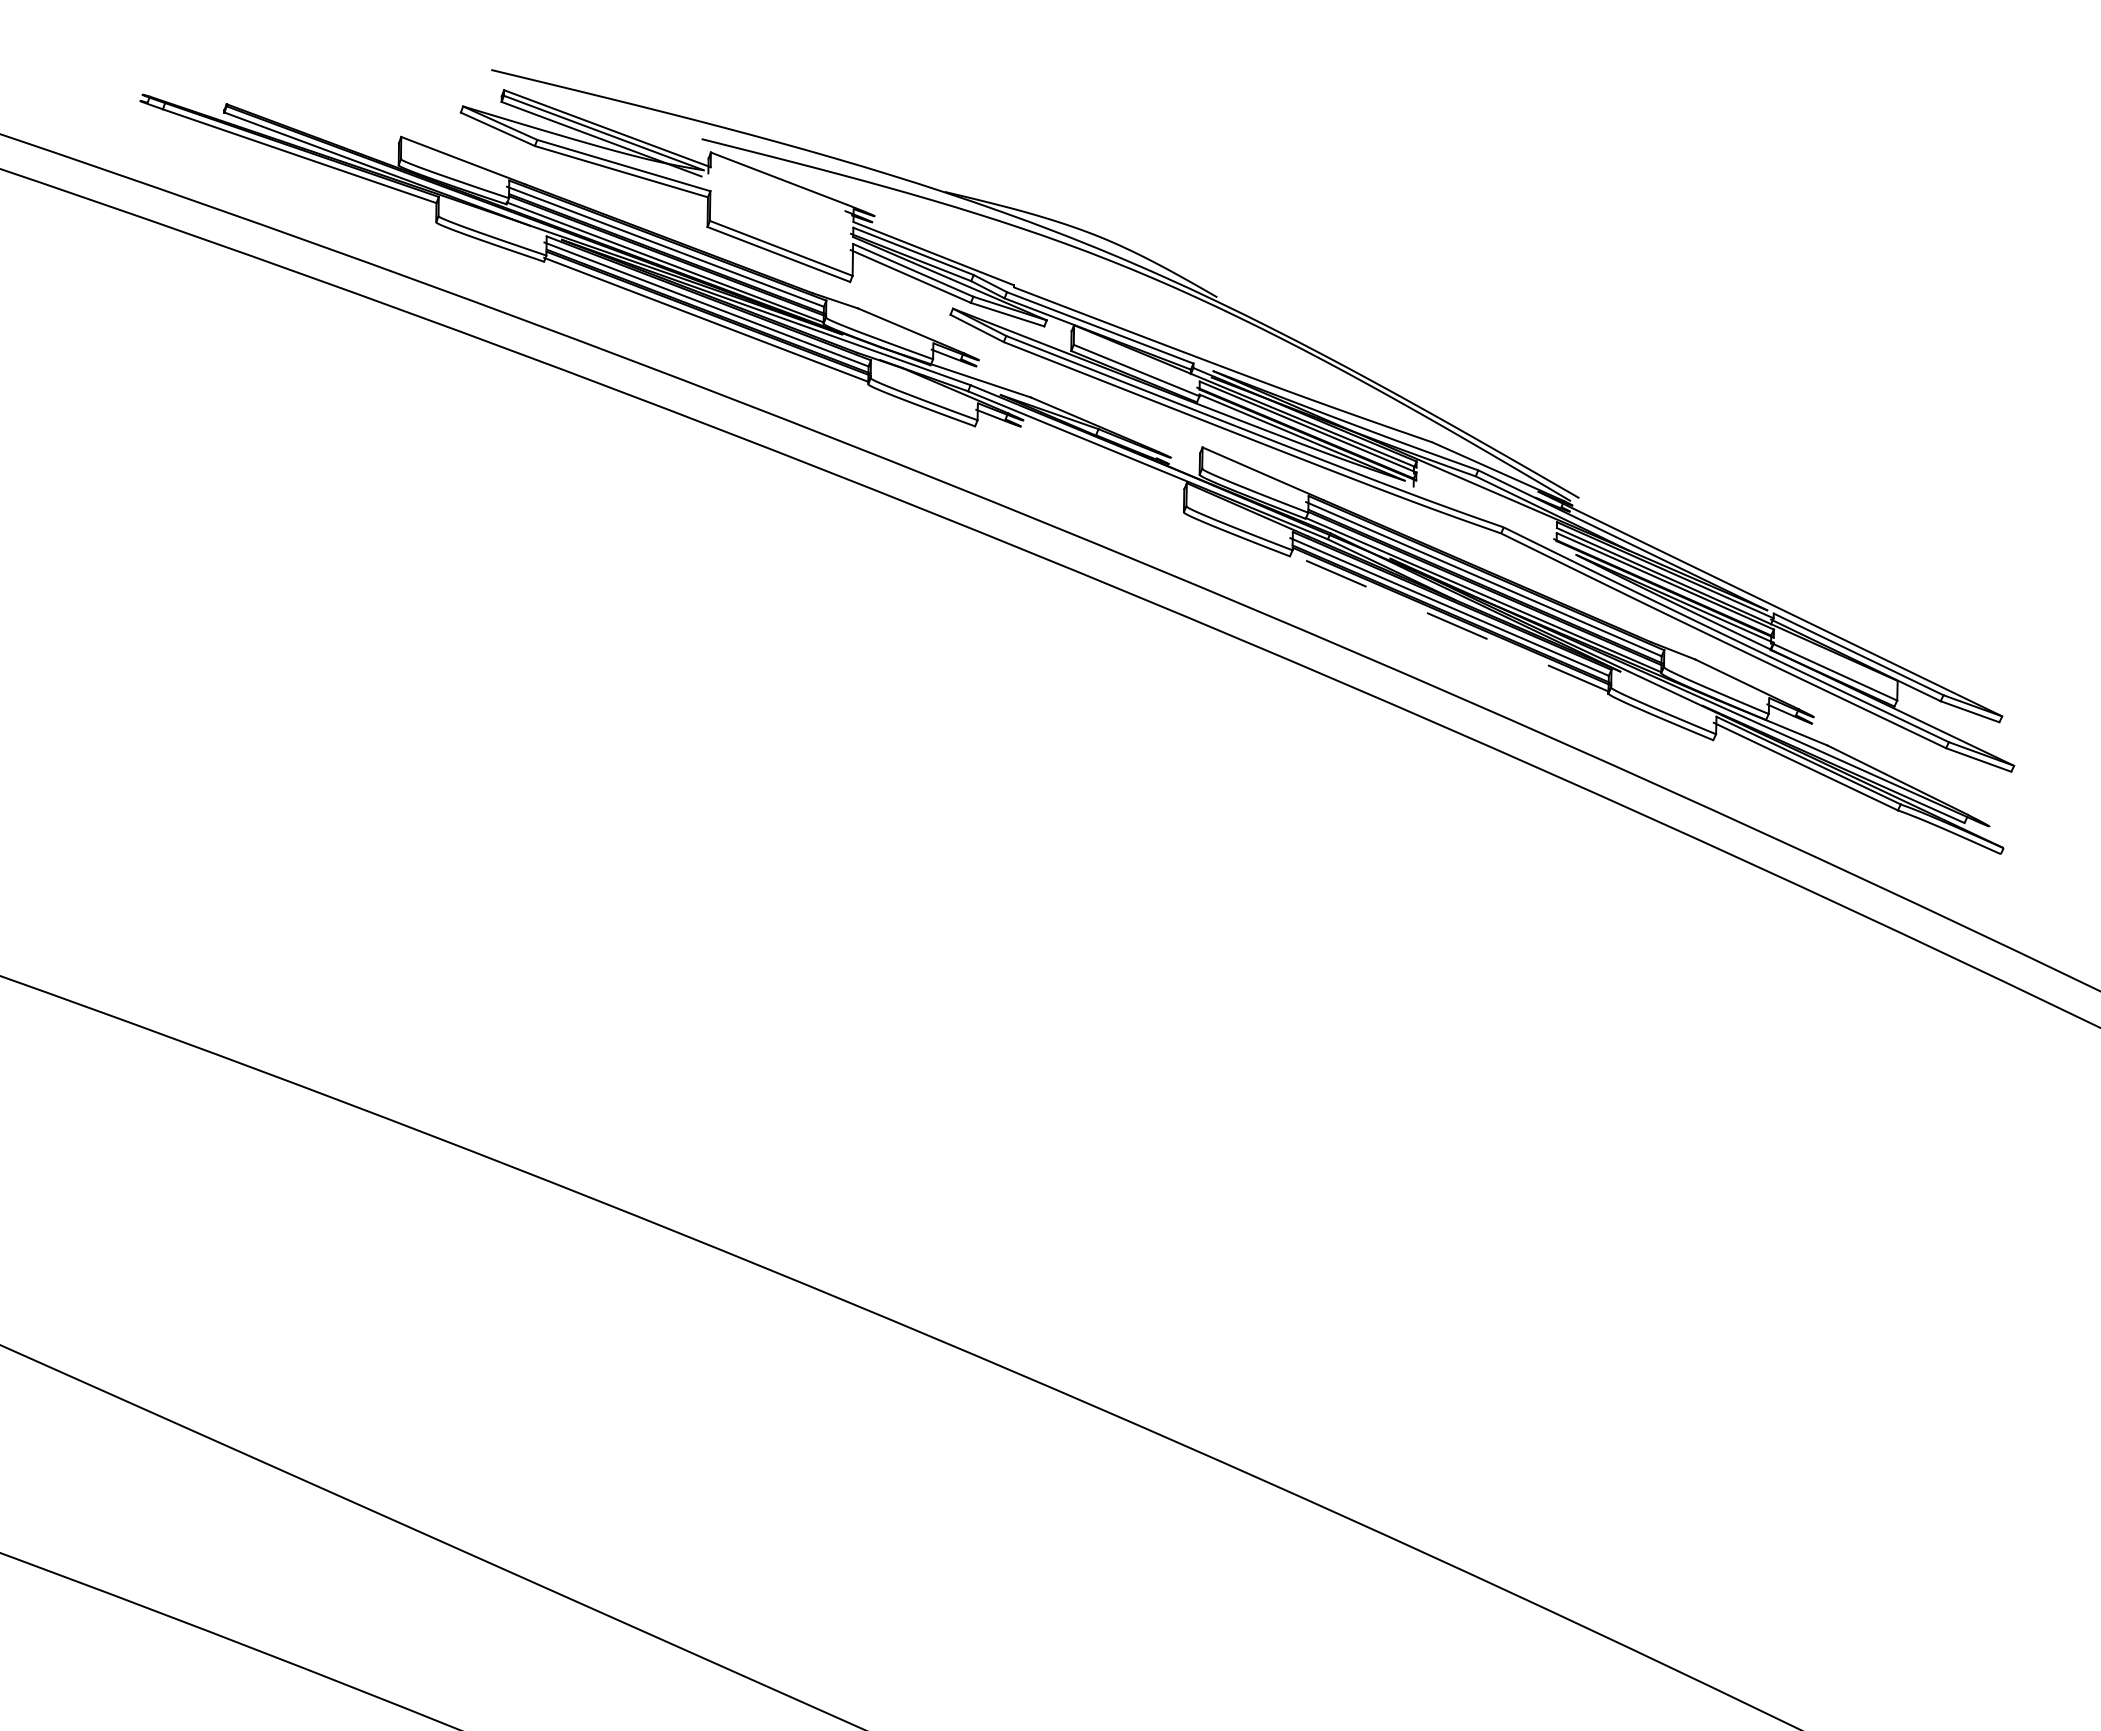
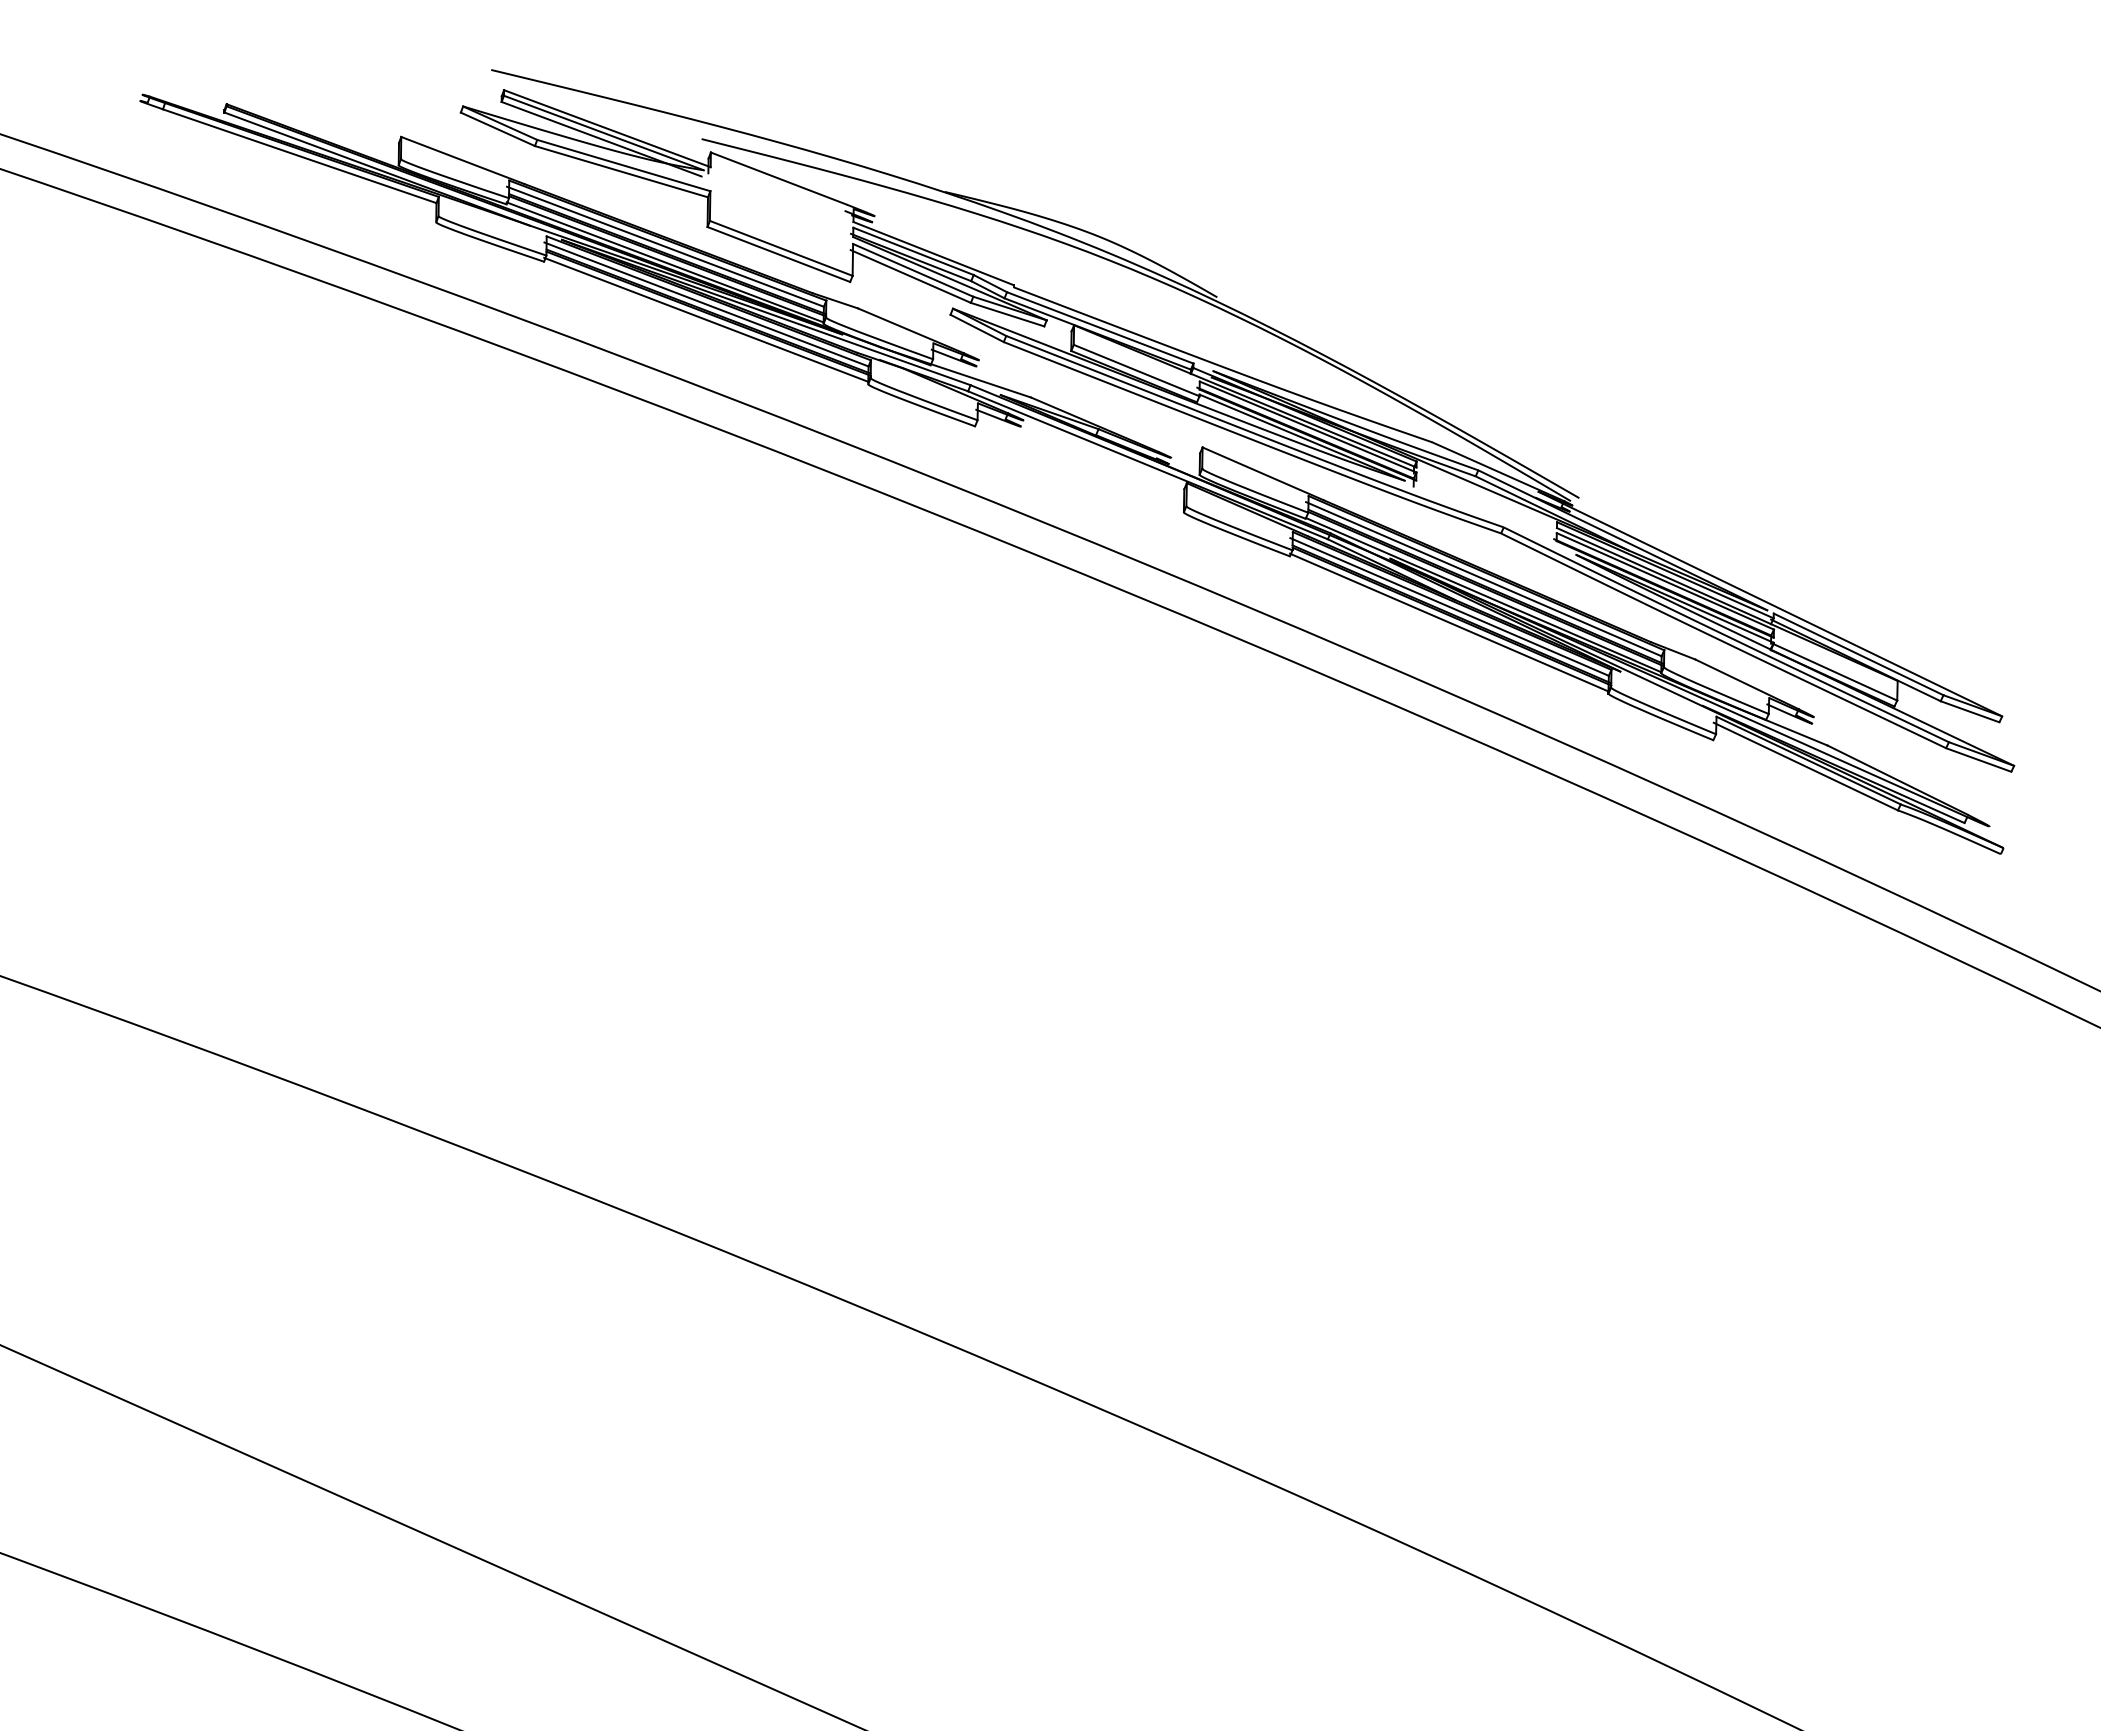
line at (1449, 622): dashed -> solid
